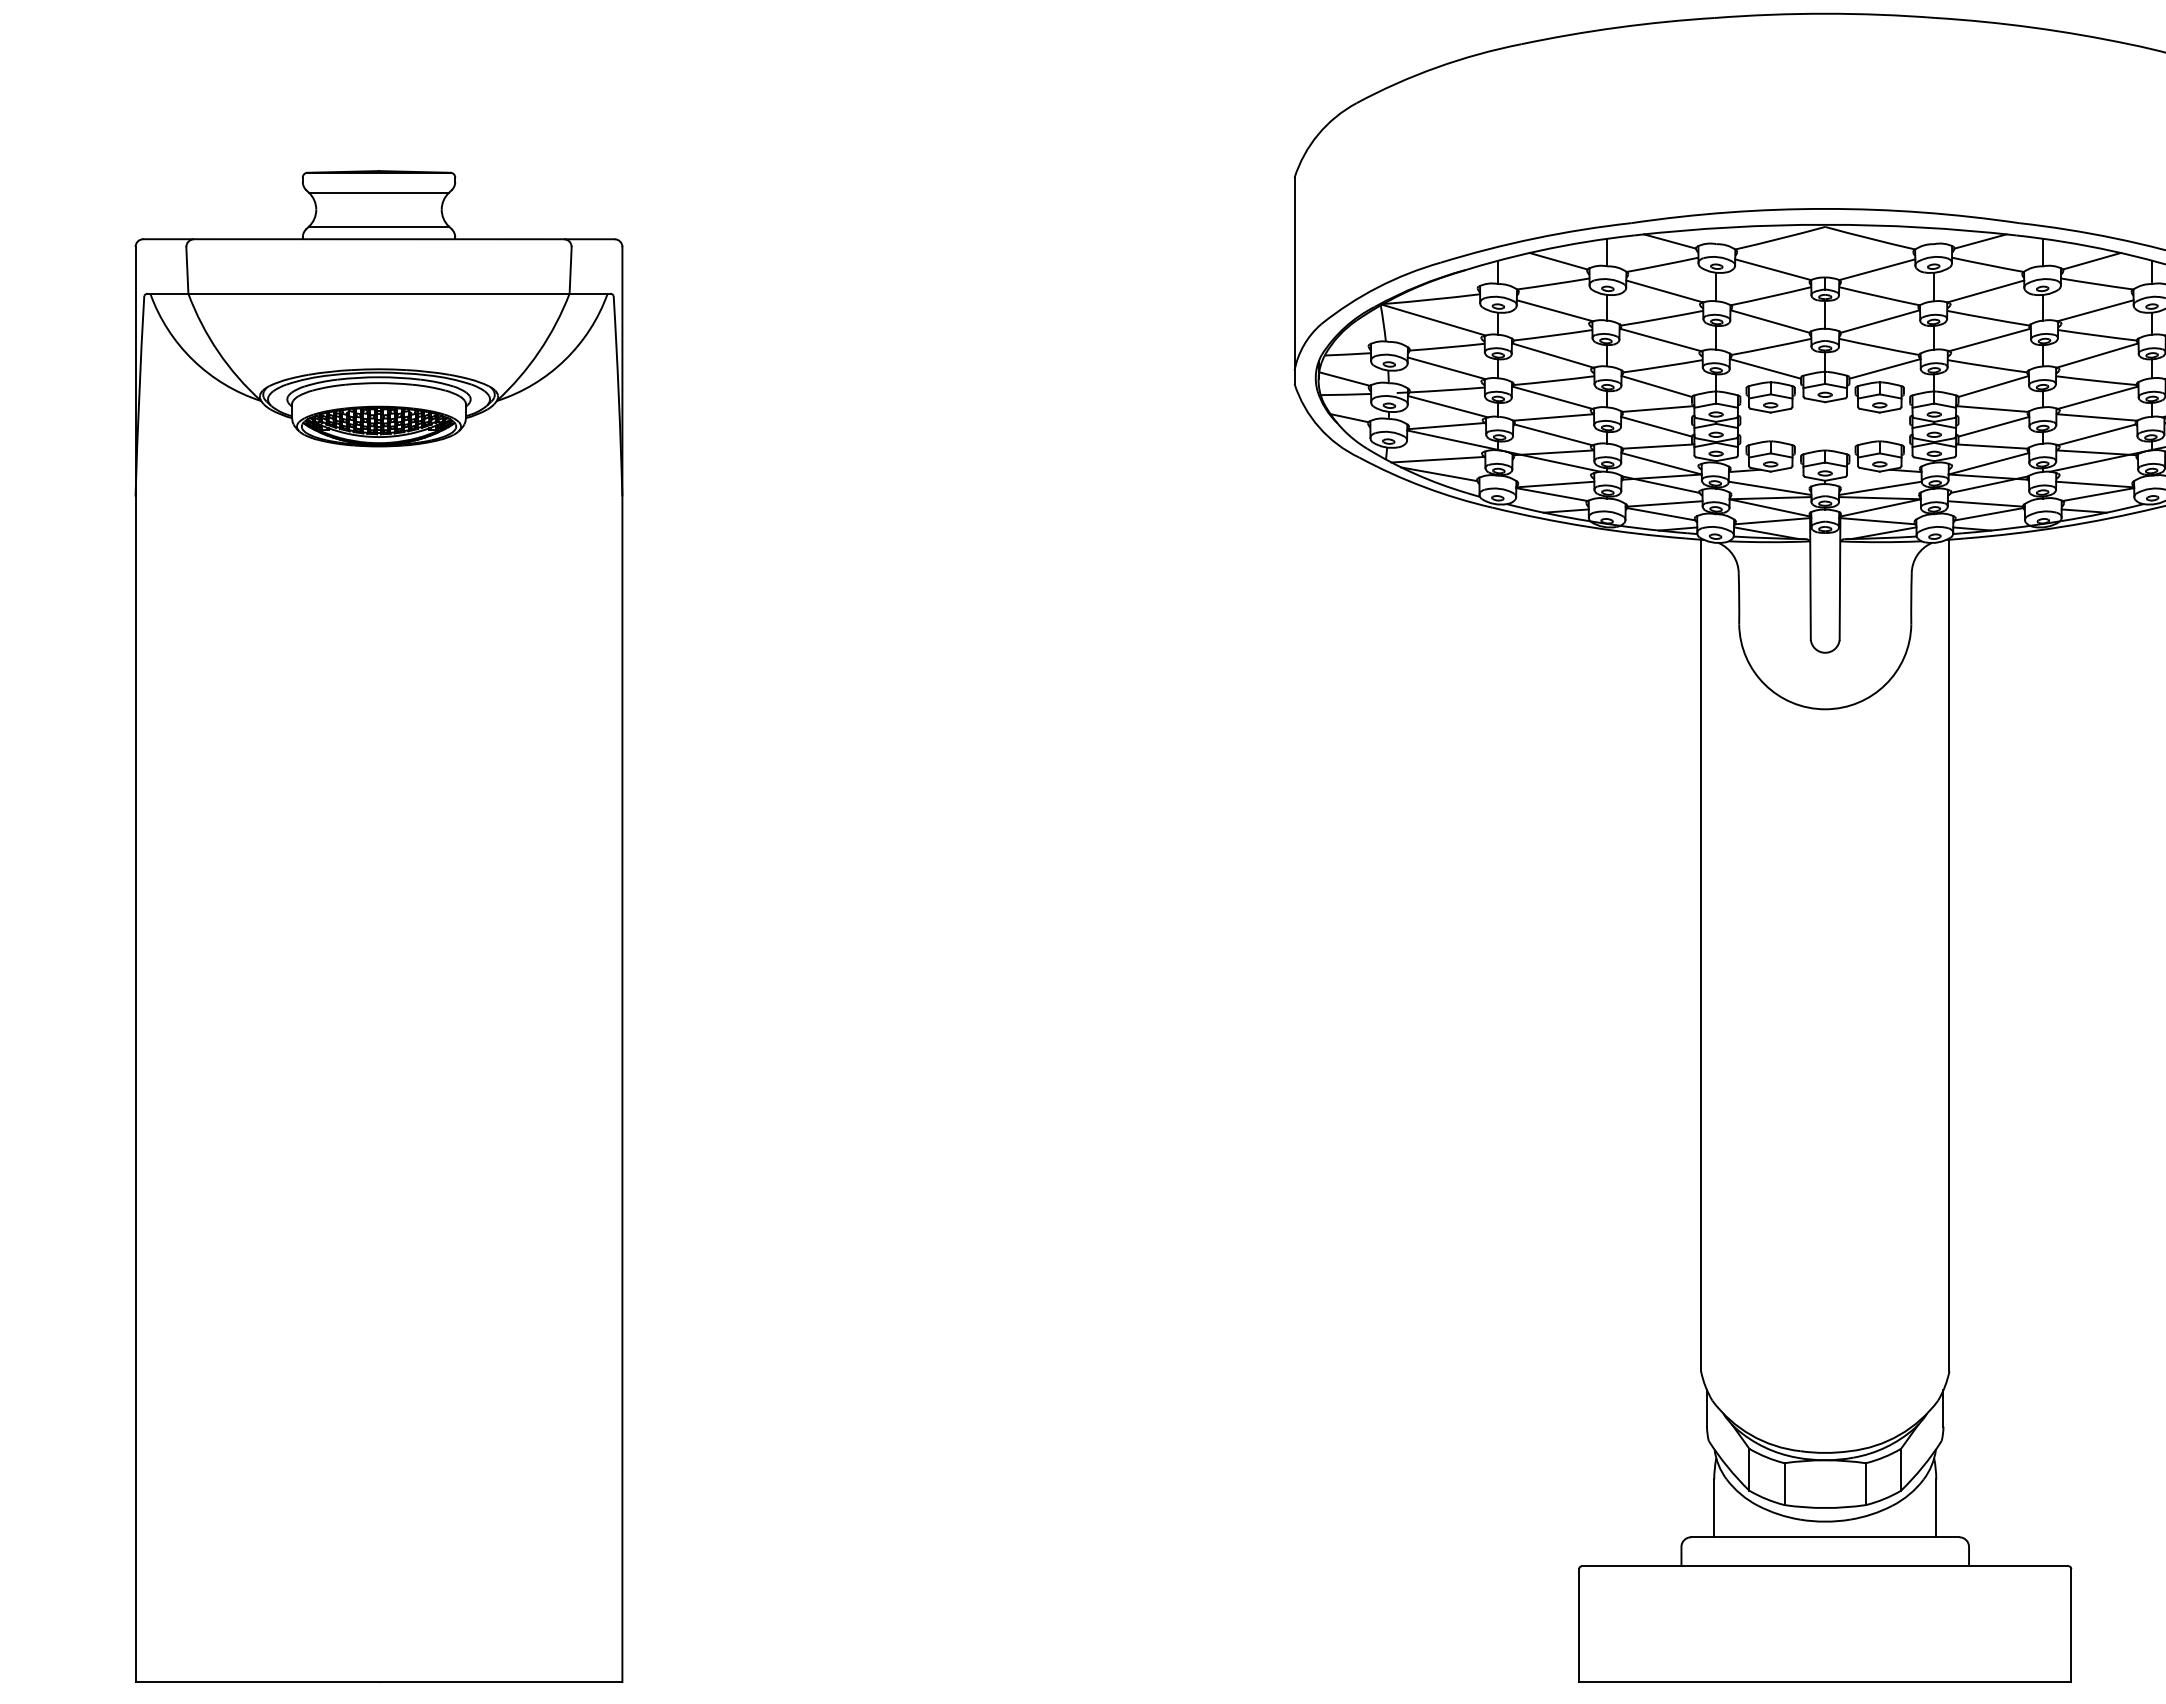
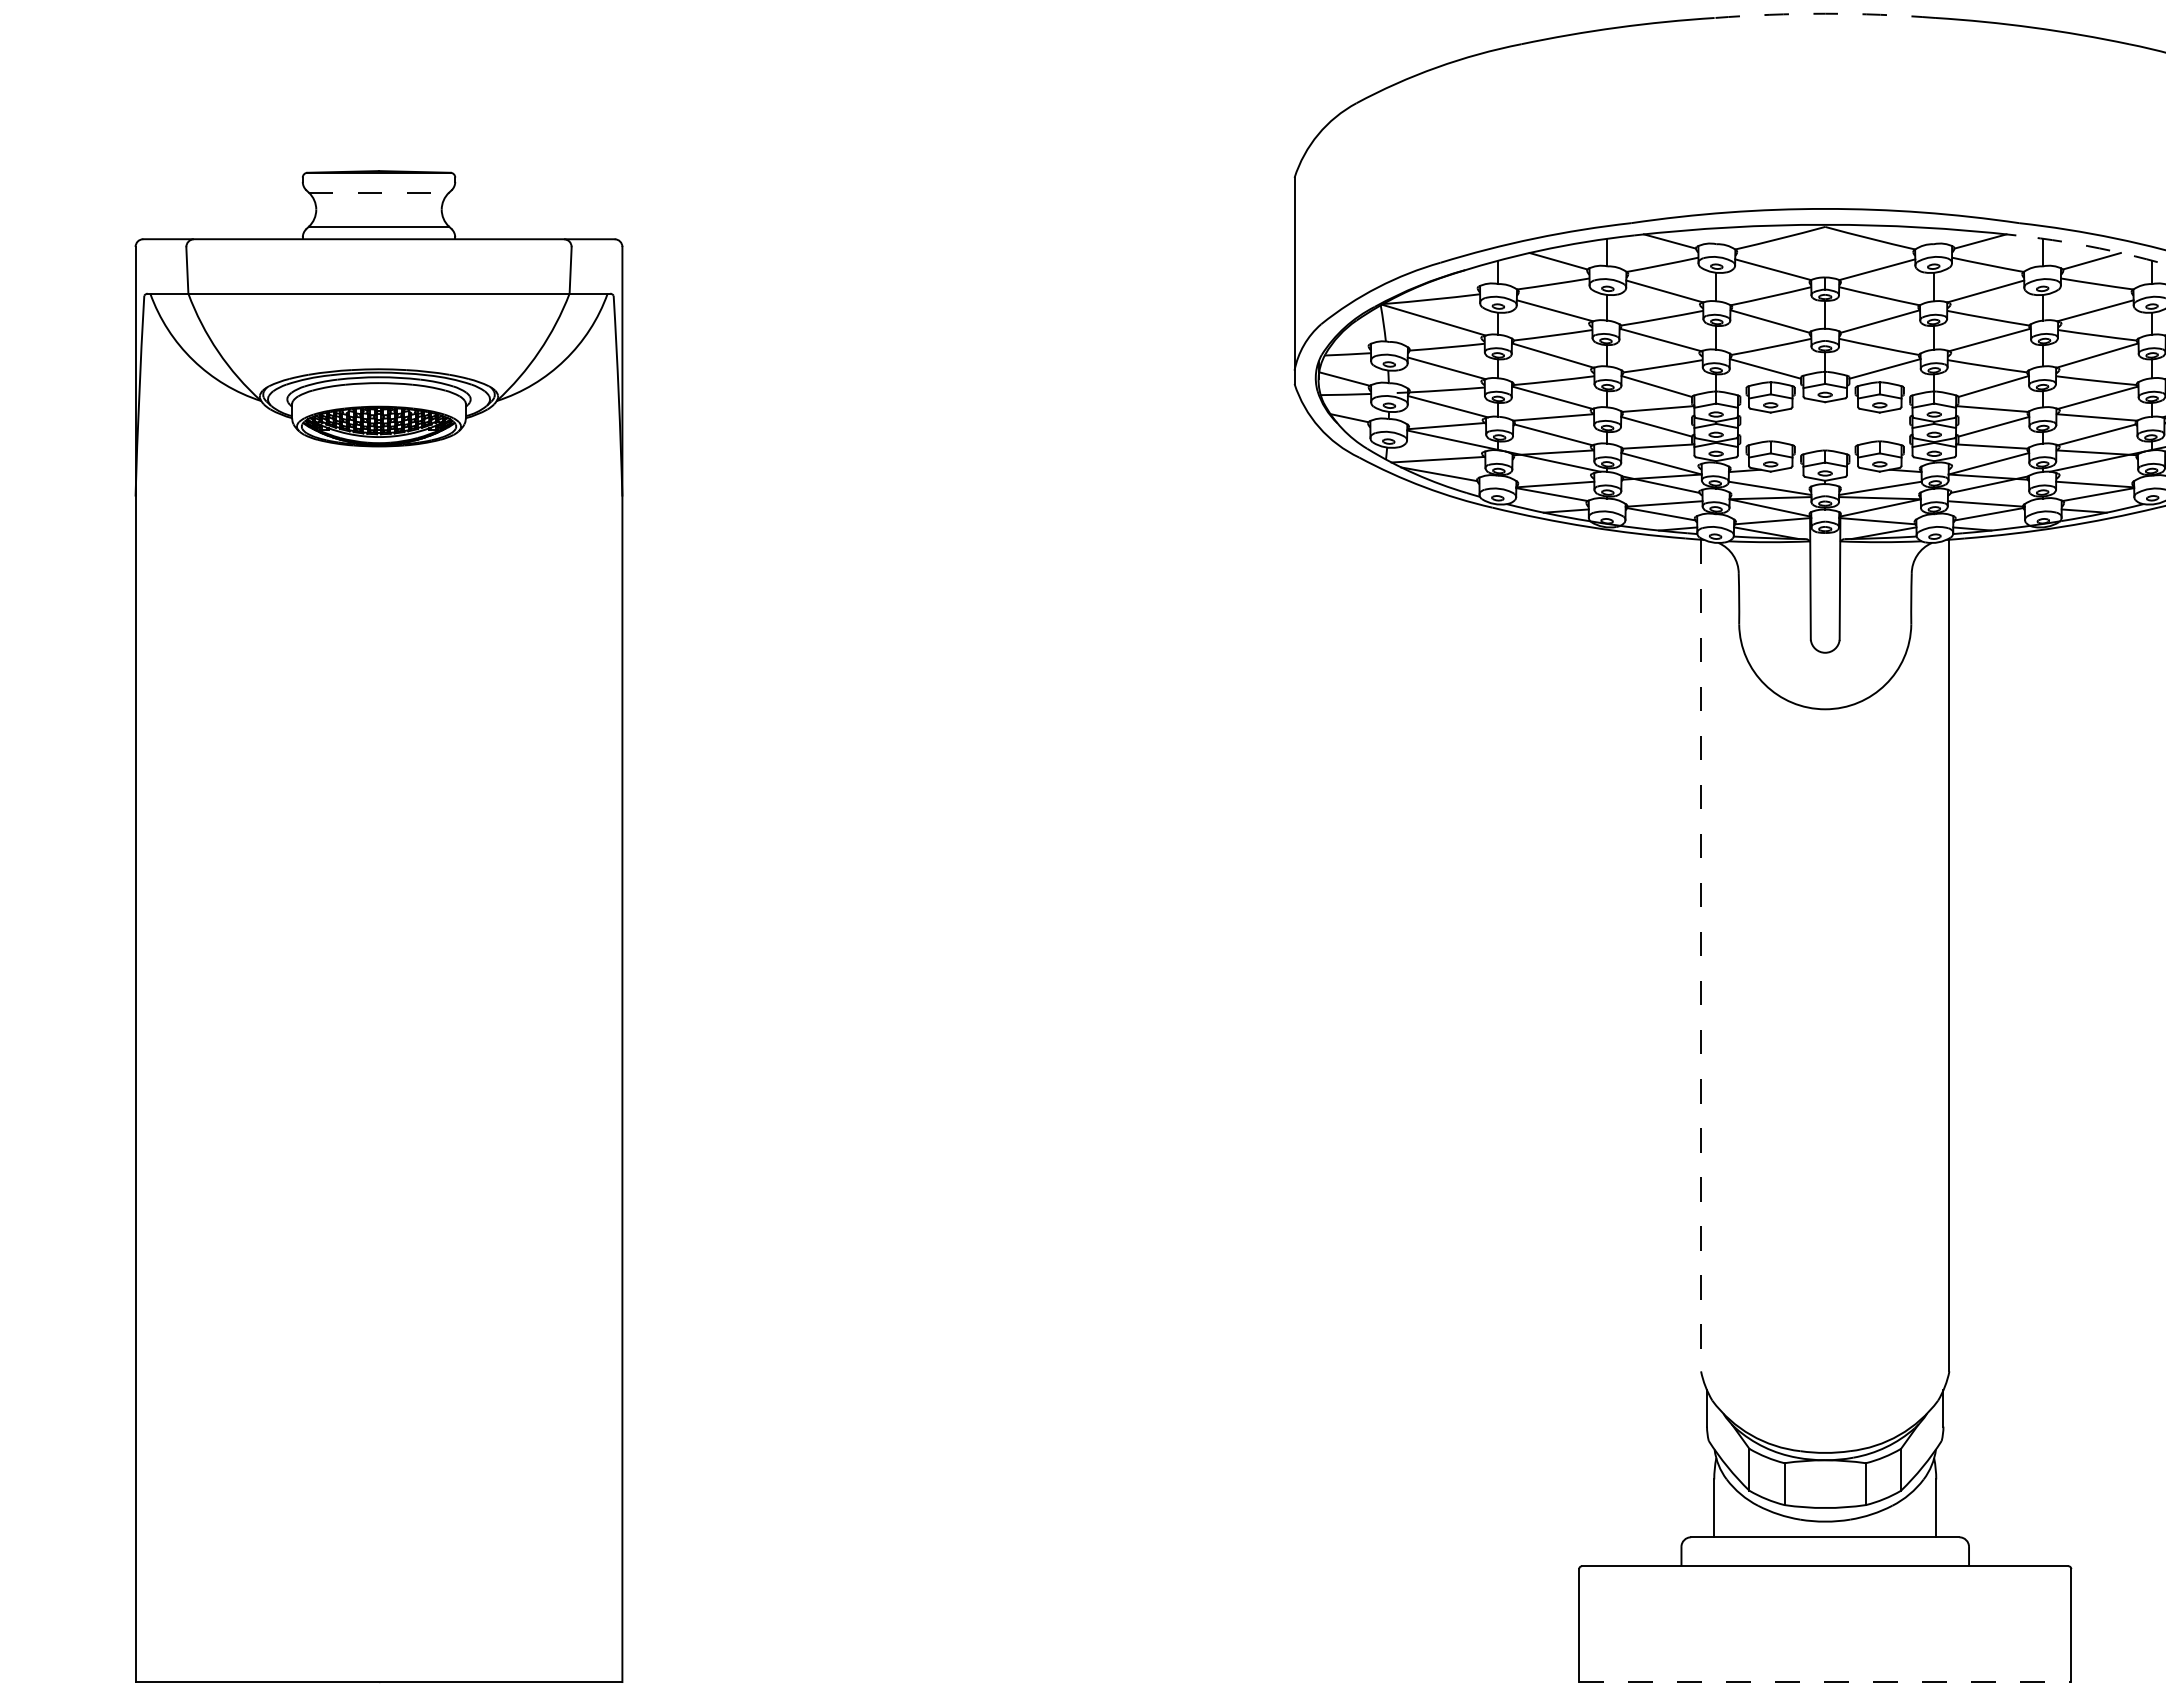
arc at (1825, 13): solid -> dashed
line at (379, 192): solid -> dashed
arc at (2091, 246): solid -> dashed
line at (1701, 955): solid -> dashed
line at (1825, 1682): solid -> dashed
